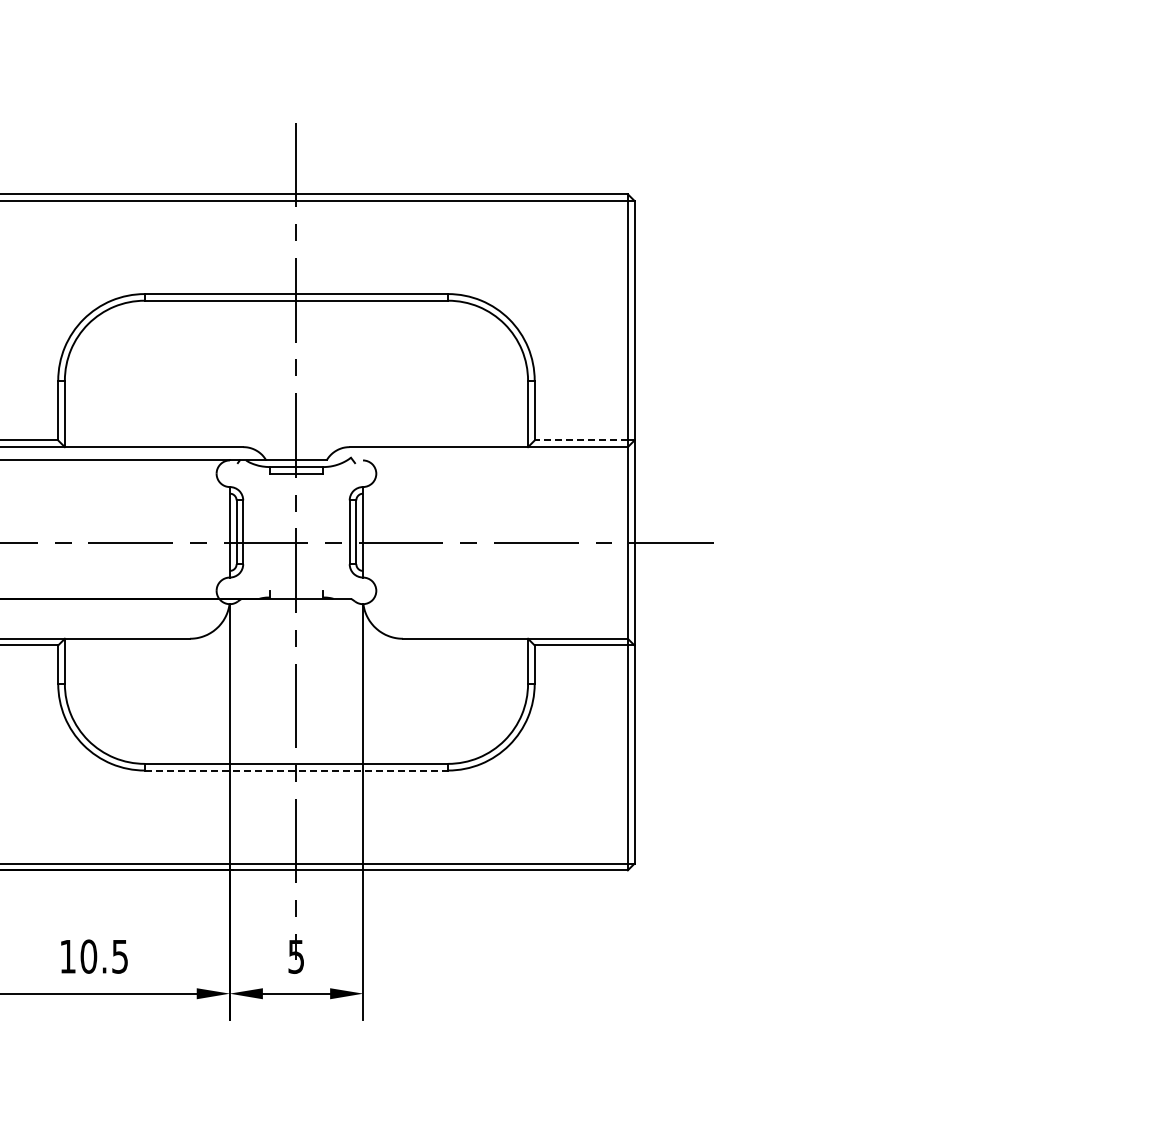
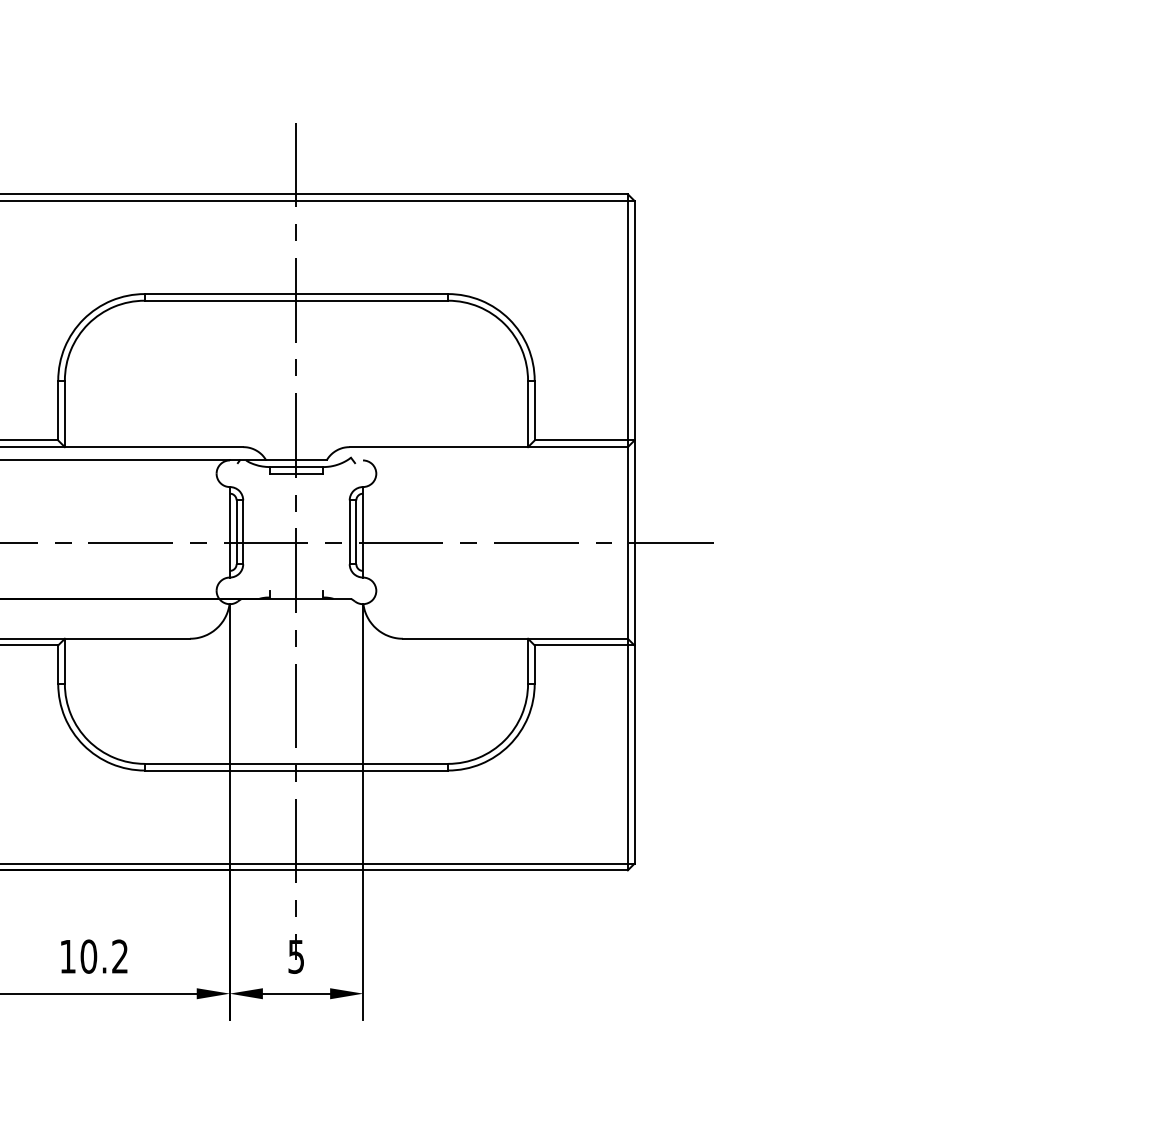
line at (581, 440): dashed -> solid
line at (296, 770): dashed -> solid
text at (119, 956): 10.5 -> 10.2
